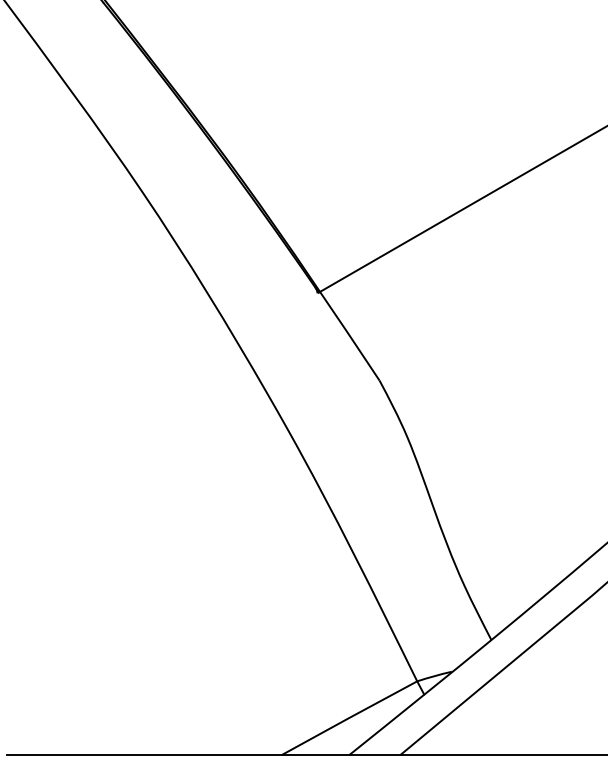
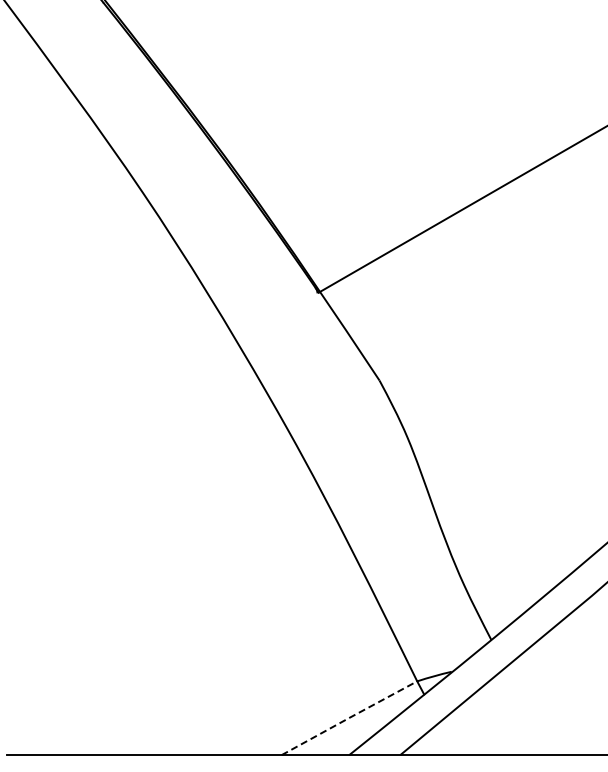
line at (349, 717): solid -> dashed
